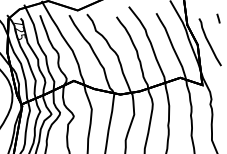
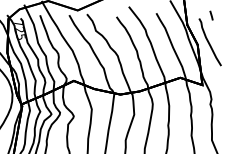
line at (218, 18) position: (218, 18) -> (211, 15)
